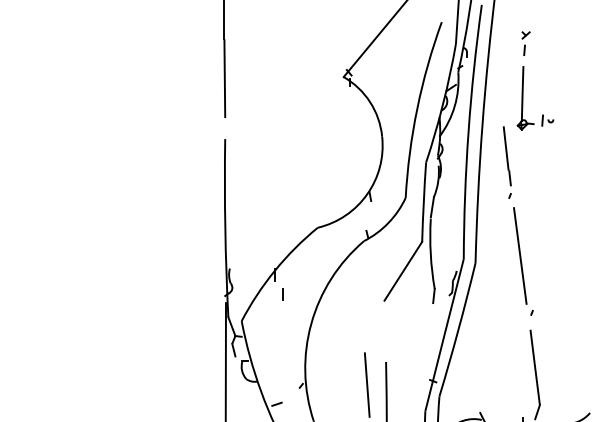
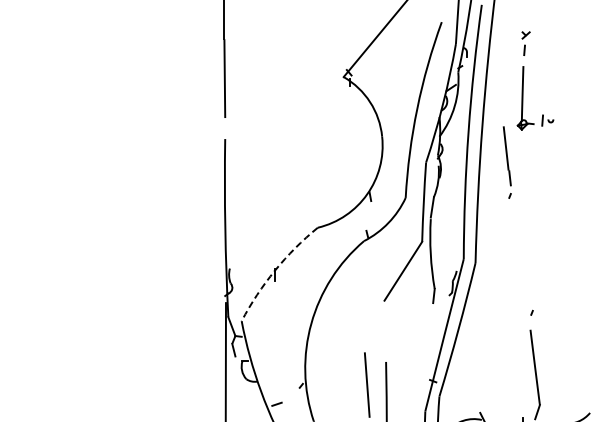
line at (520, 255): present -> none
arc at (275, 270): solid -> dashed
line at (282, 294): present -> none
